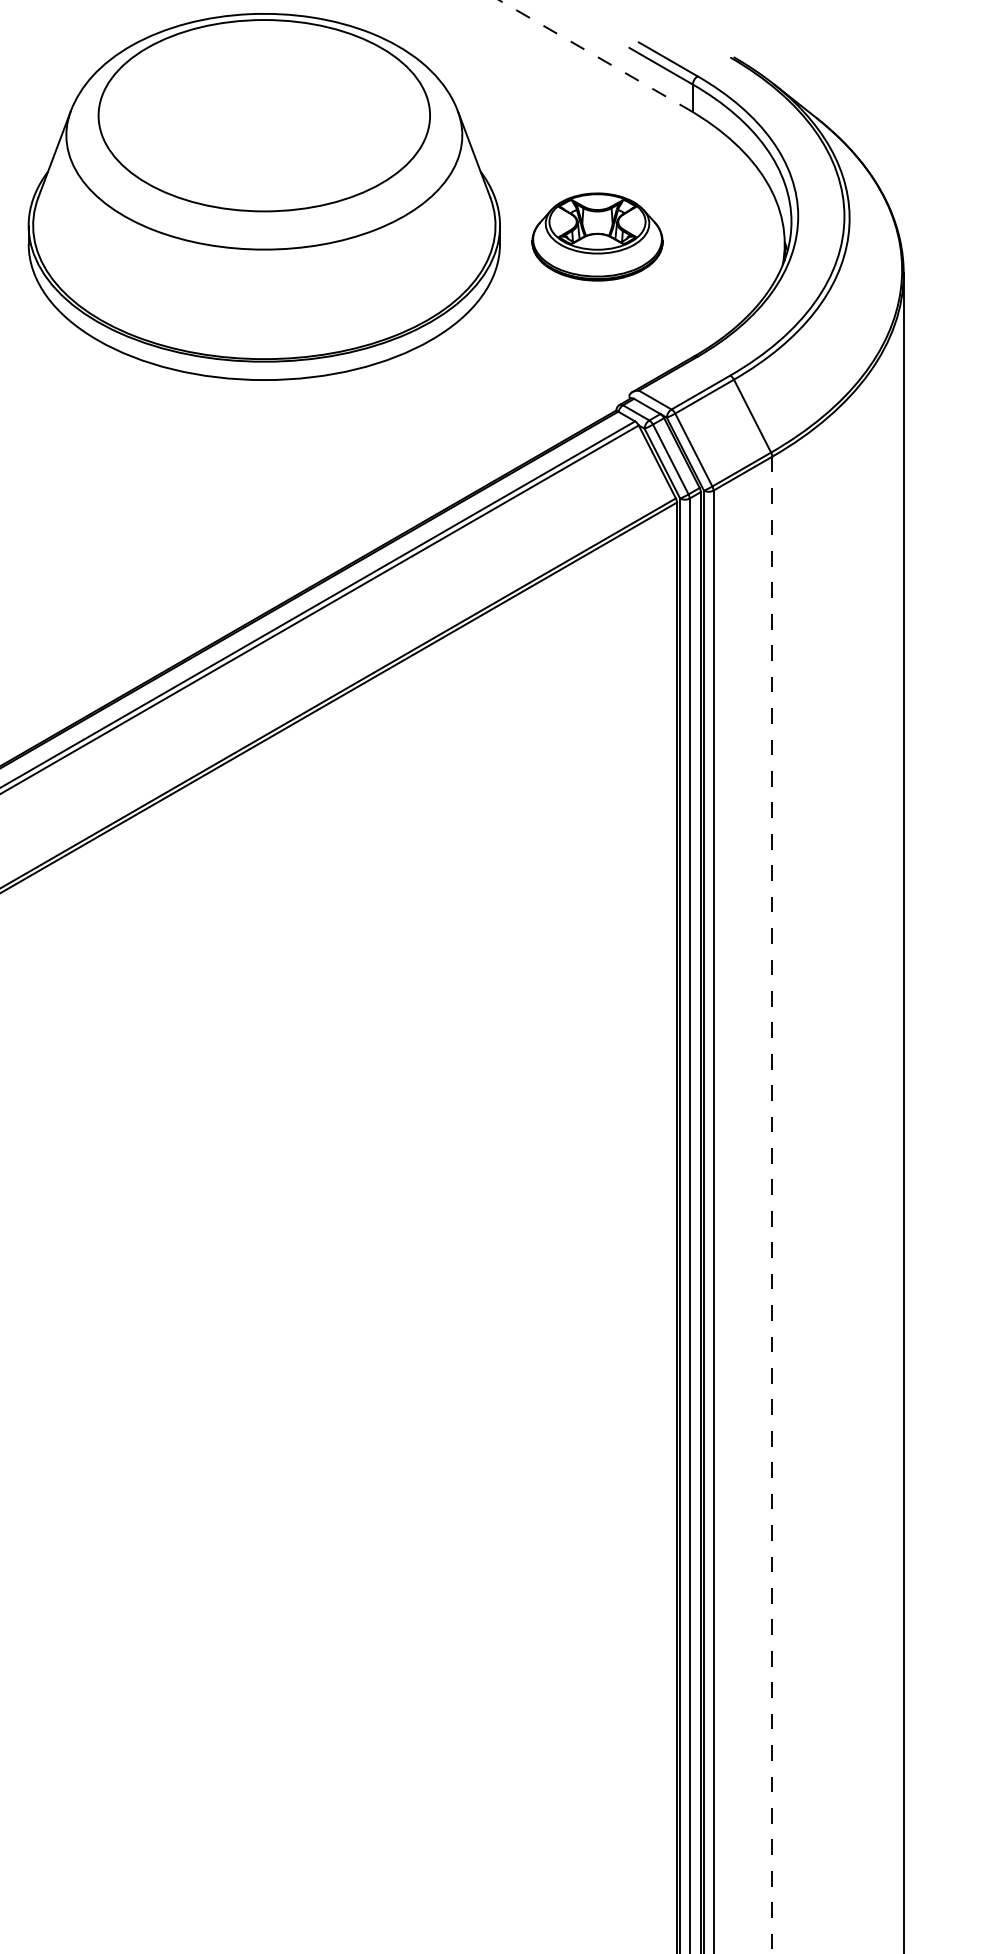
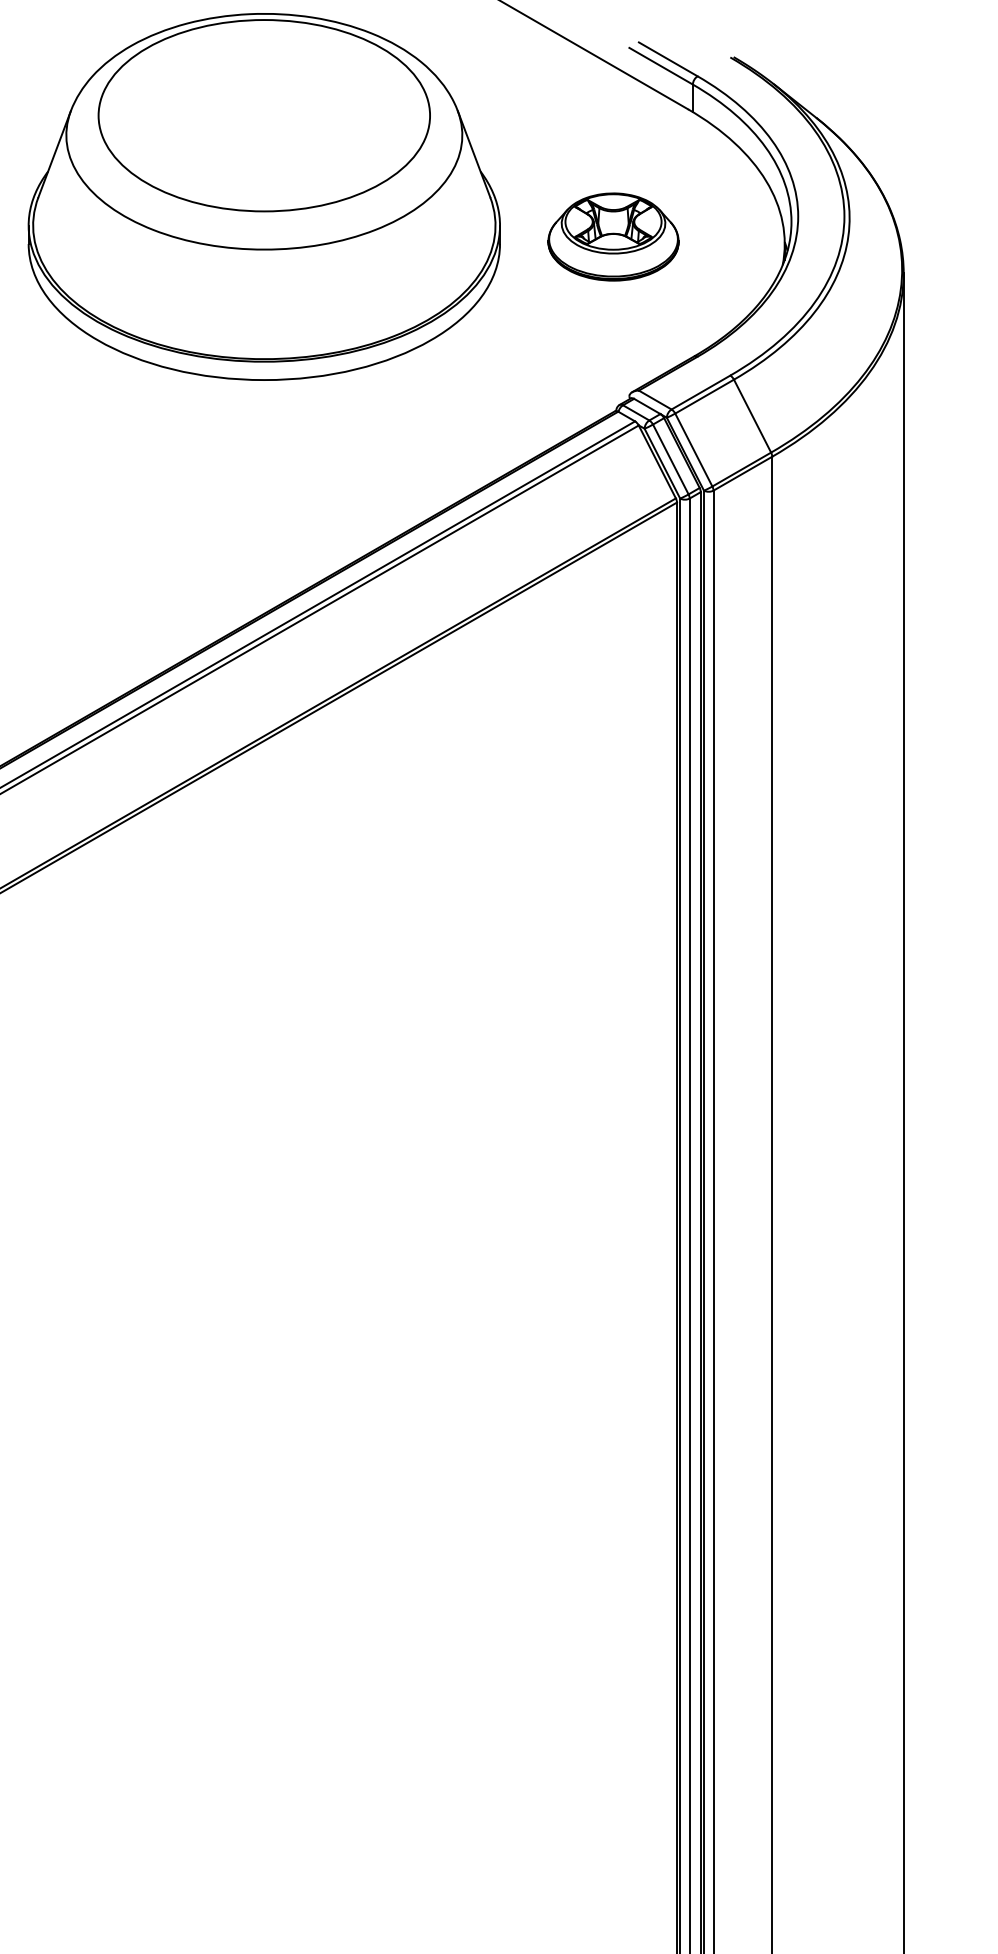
line at (593, 54): dashed -> solid
part at (597, 236) position: (597, 236) -> (613, 236)
line at (772, 1205): dashed -> solid
